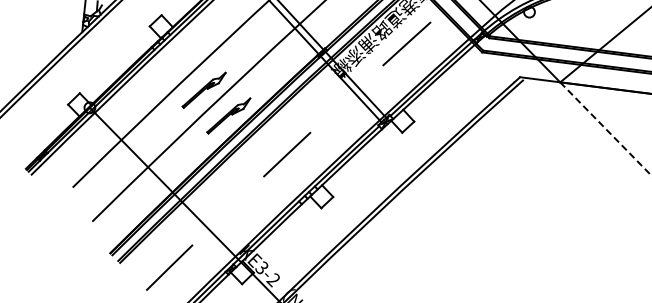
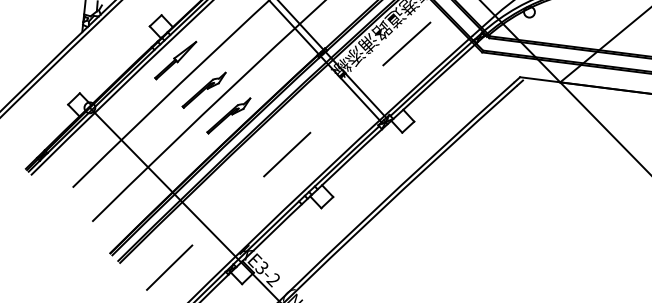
part at (175, 60): none -> present
line at (606, 129): dashed -> solid
